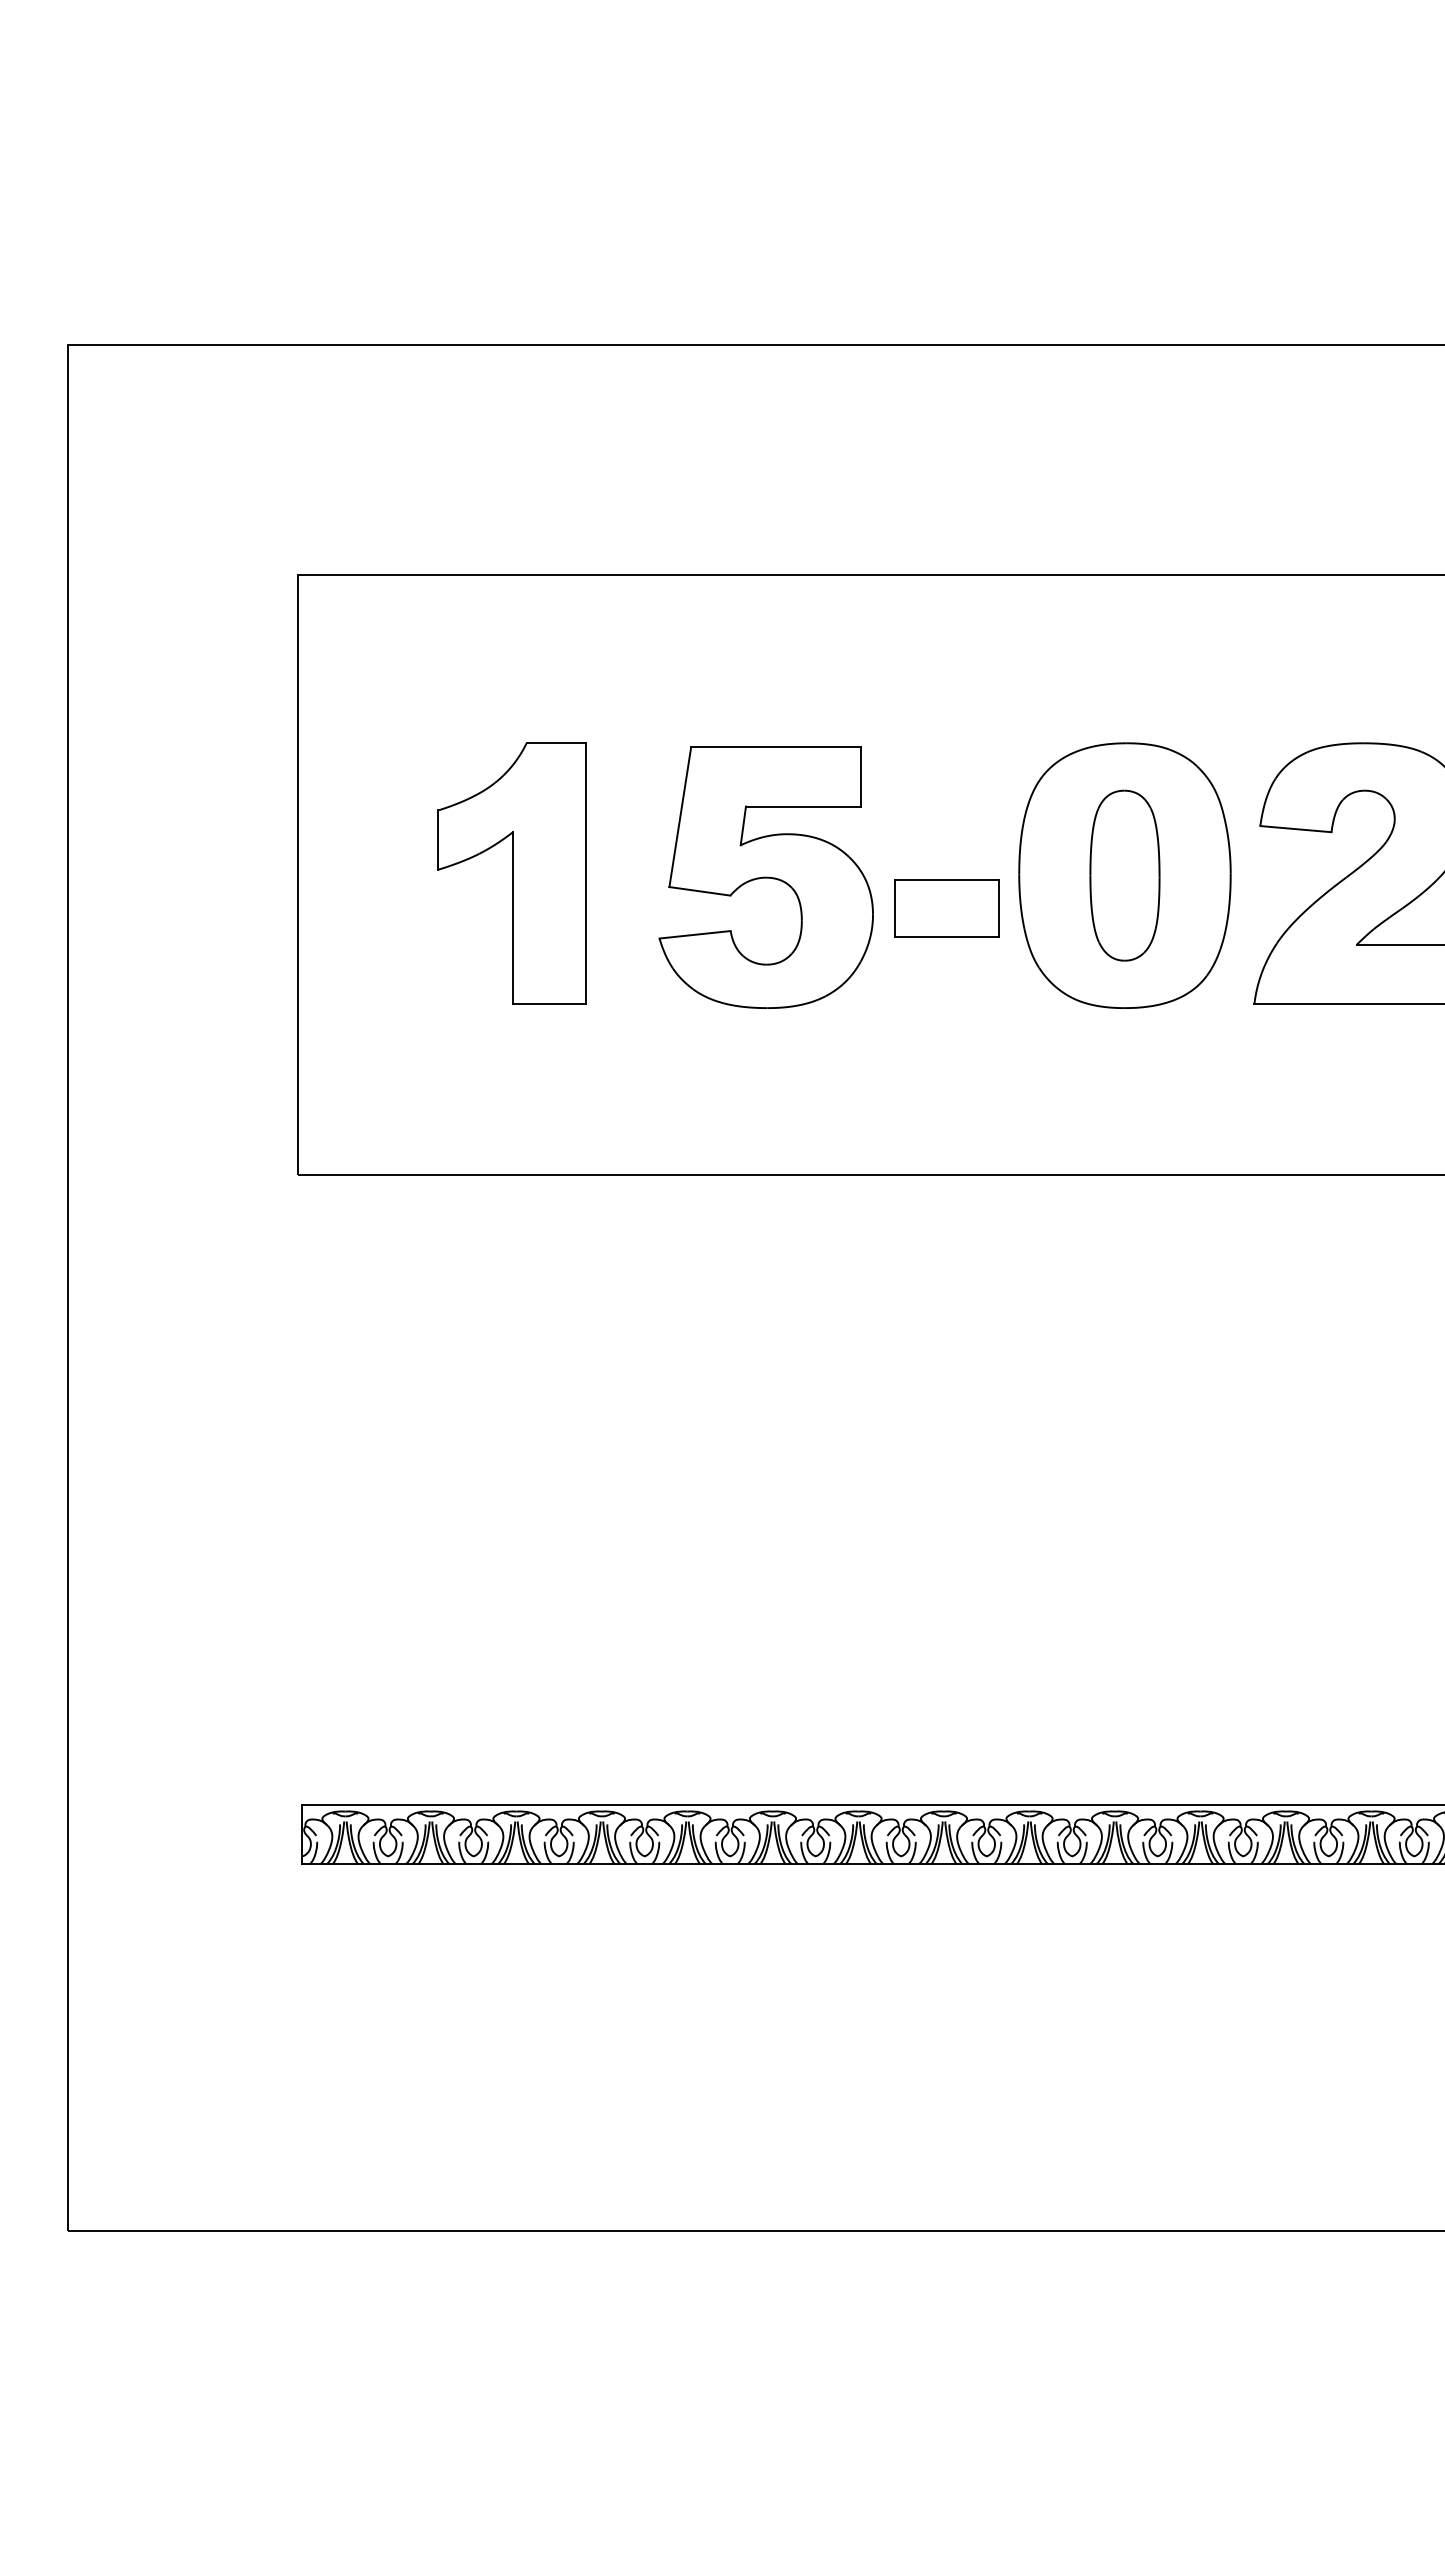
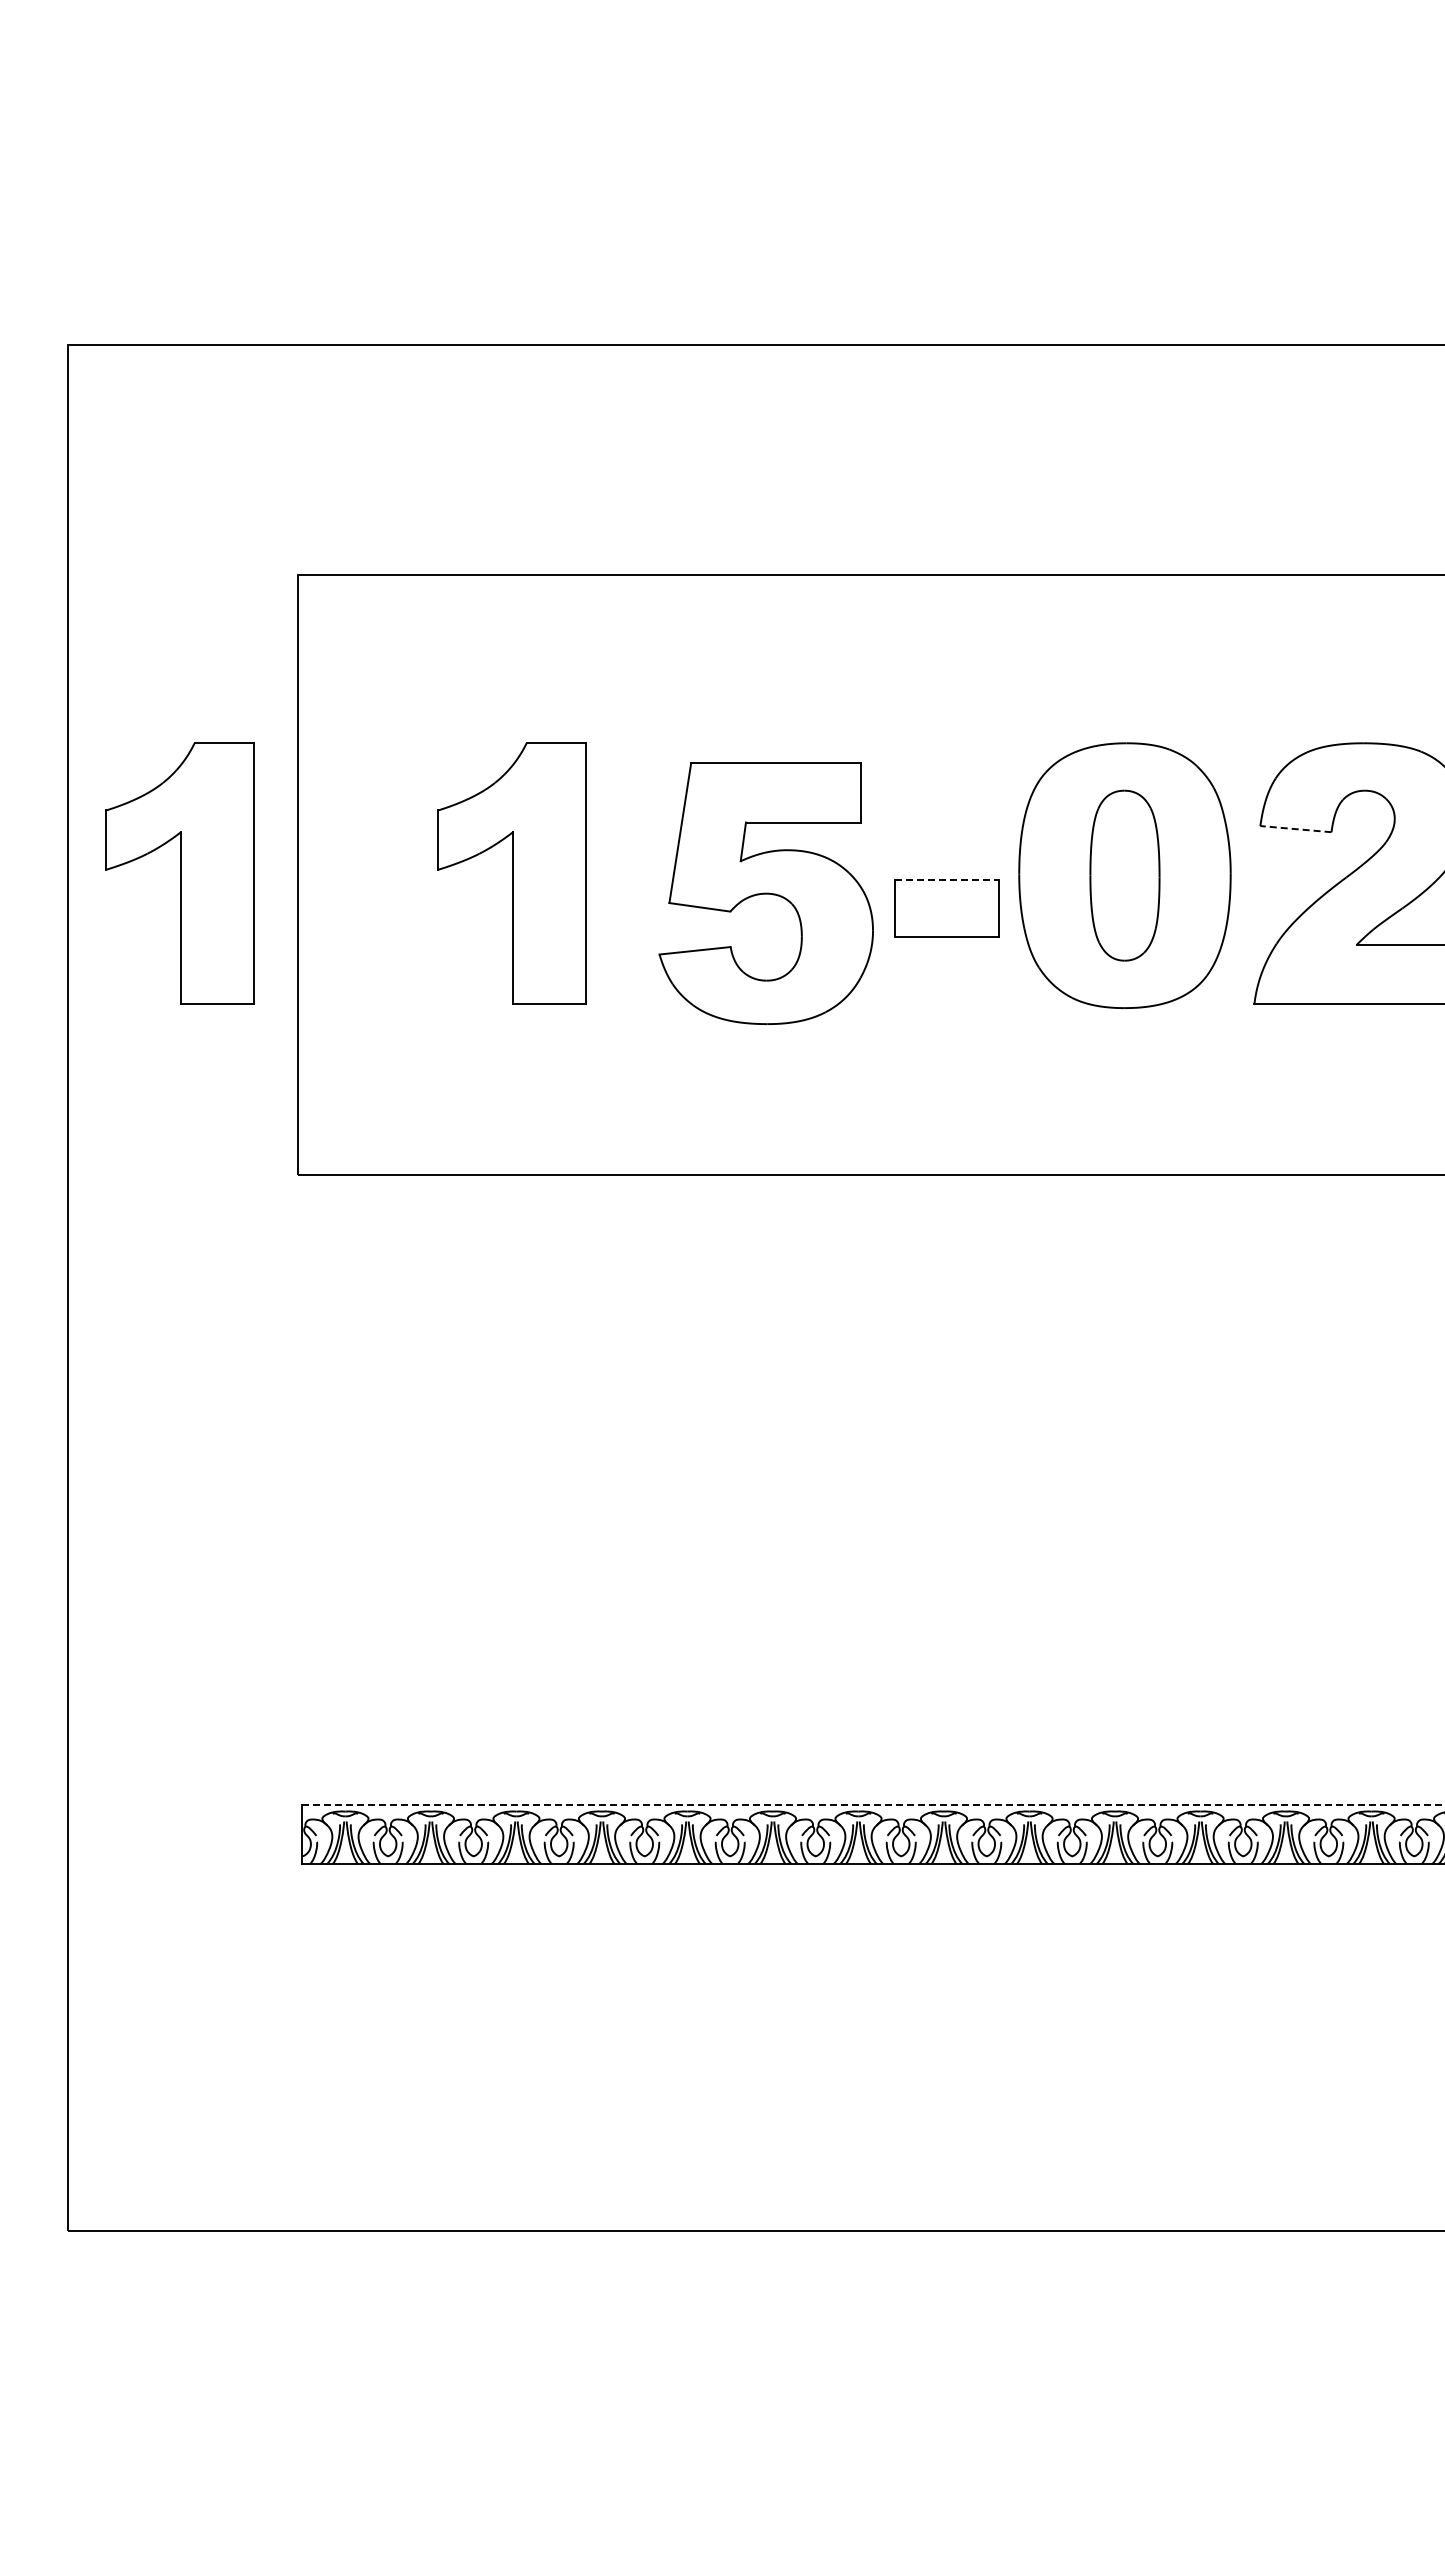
line at (1295, 829): solid -> dashed
part at (179, 873): none -> present
part at (765, 877) position: (765, 877) -> (765, 893)
line at (947, 879): solid -> dashed
line at (873, 1804): solid -> dashed
